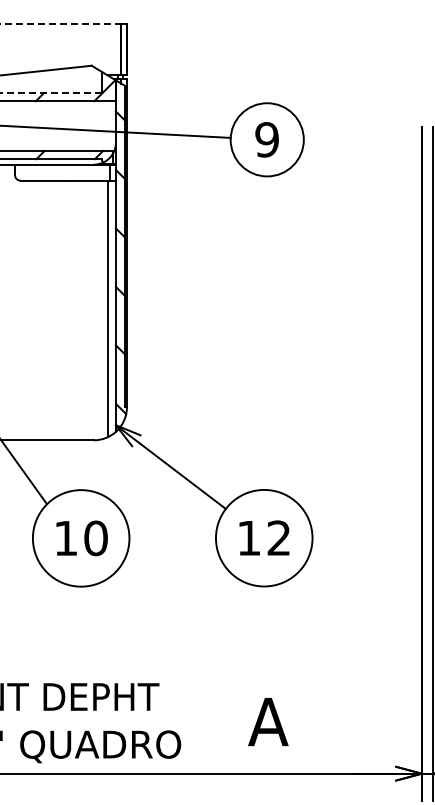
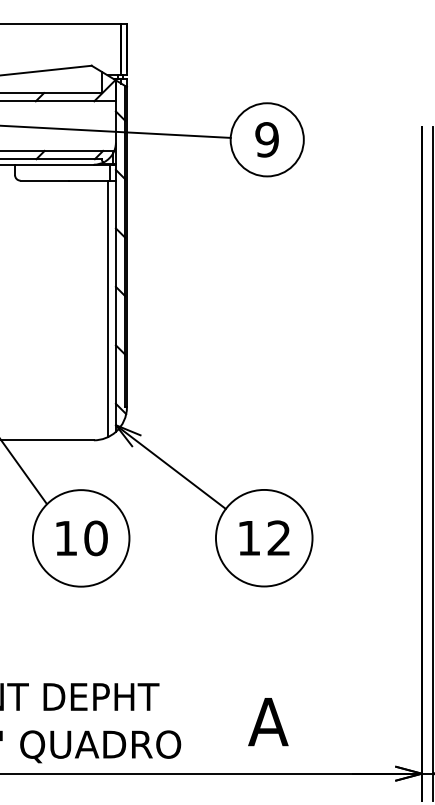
line at (61, 24): dashed -> solid
line at (51, 93): dashed -> solid
